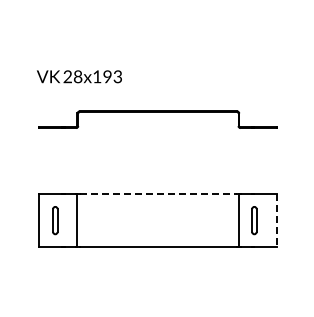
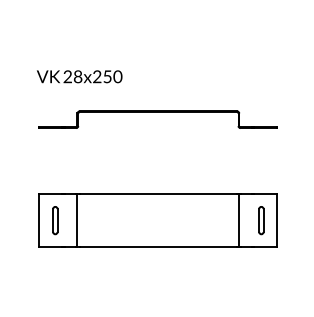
text at (107, 76): 28x193 -> 28x250
line at (158, 194): dashed -> solid
part at (254, 220) position: (254, 220) -> (261, 220)
line at (277, 221): dashed -> solid
